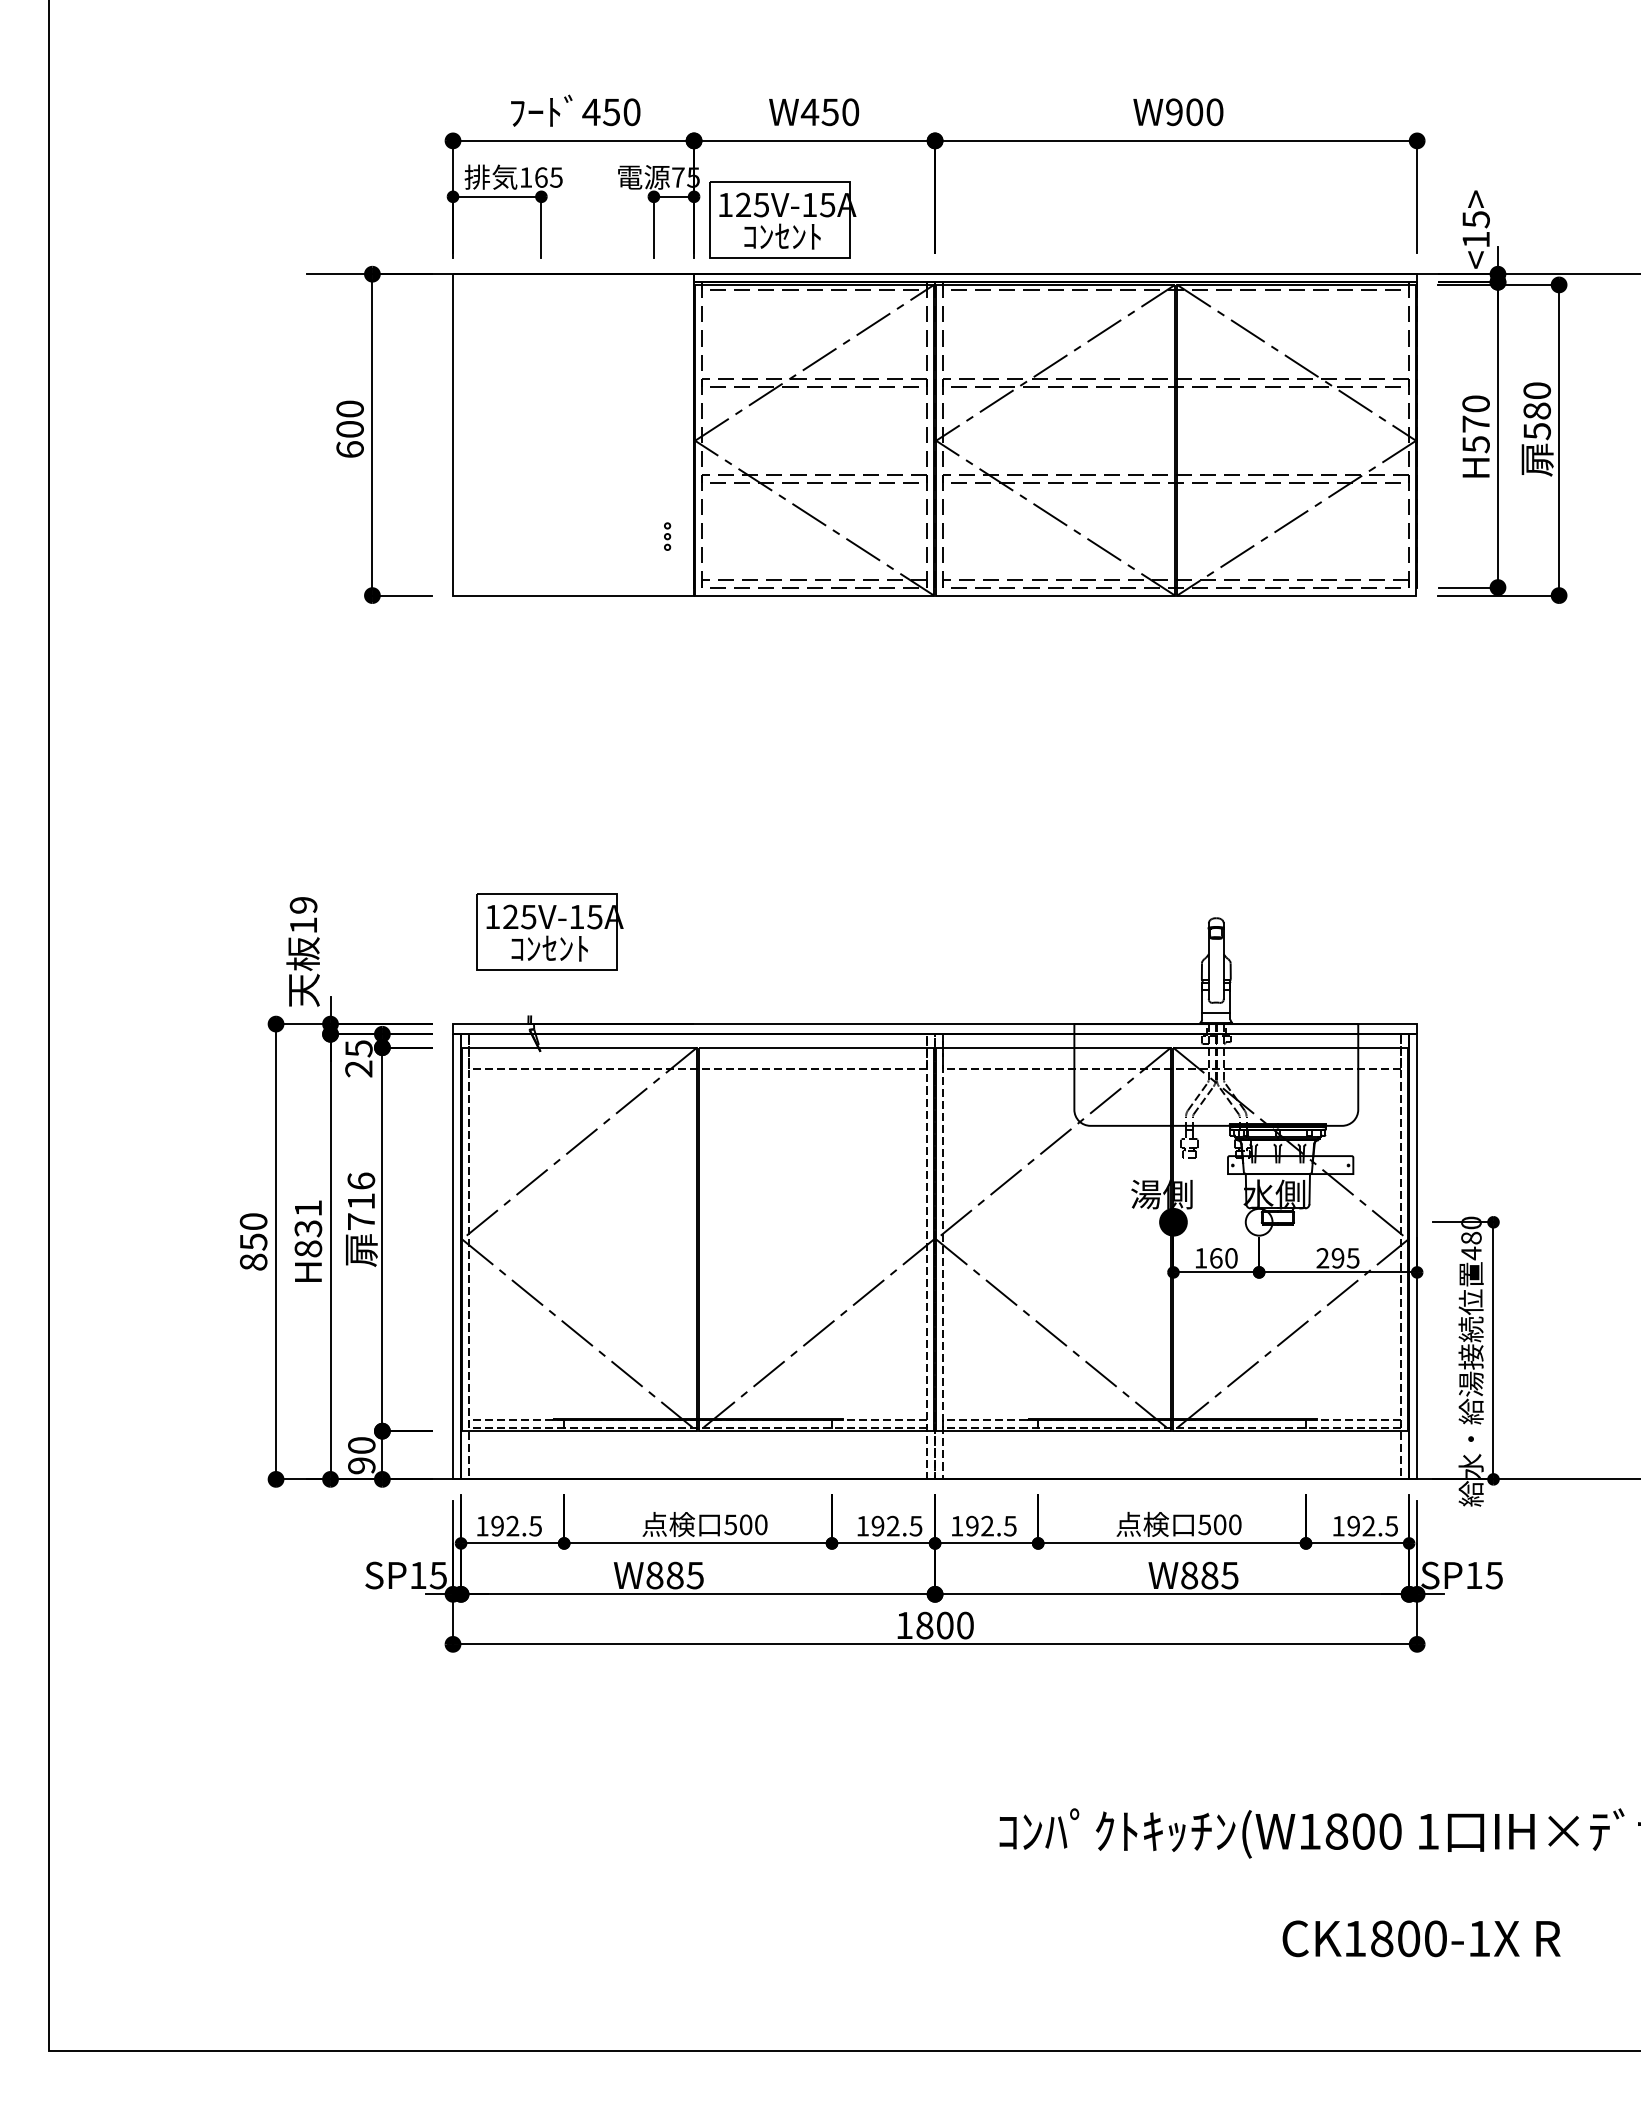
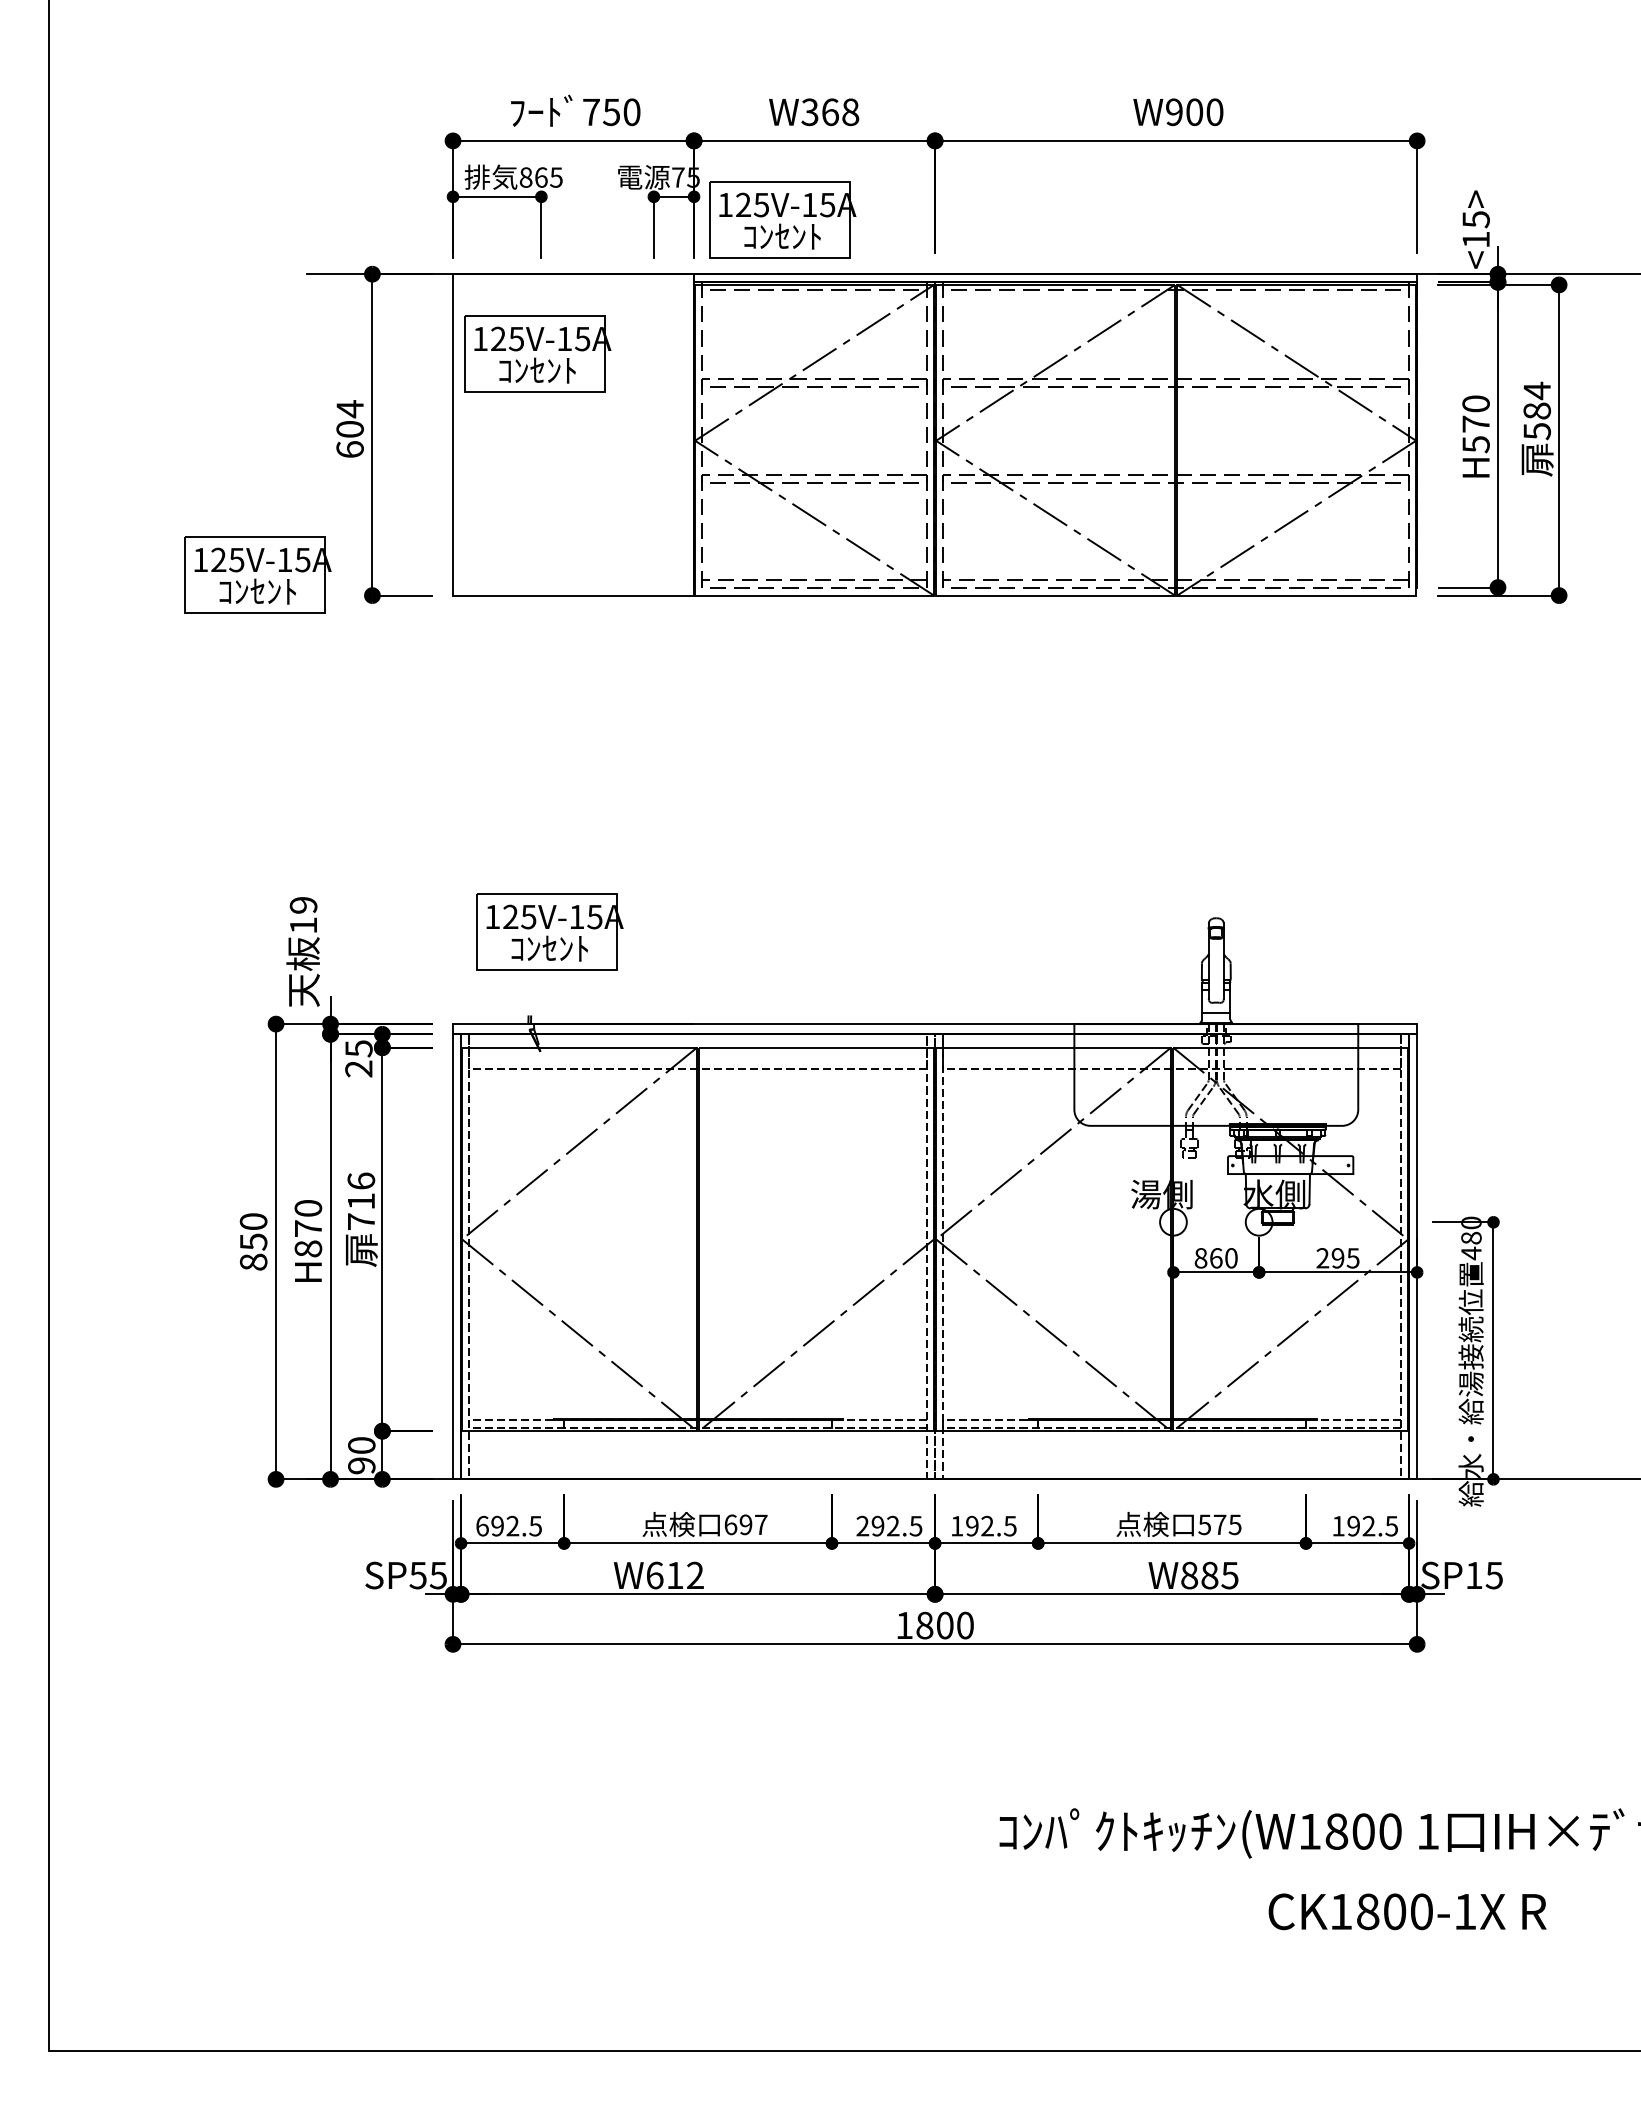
text at (591, 112): 450 -> 750
text at (829, 112): W450 -> W368
text at (525, 177): 165 -> 865
part at (537, 353): none -> present
text at (1537, 390): 580 -> 584
text at (349, 409): 600 -> 604
part at (667, 536): present -> none
part at (257, 574): none -> present
text at (308, 1218): H831 -> H870
fill at (1173, 1221): present -> none
text at (1200, 1258): 160 -> 860
text at (745, 1524): 500 -> 697
text at (1227, 1524): 500 -> 575
text at (482, 1525): 192.5 -> 692.5
text at (862, 1525): 192.5 -> 292.5
text at (417, 1575): SP15 -> SP55
text at (674, 1575): W885 -> W612
text at (1421, 1938) position: (1421, 1938) -> (1407, 1911)
